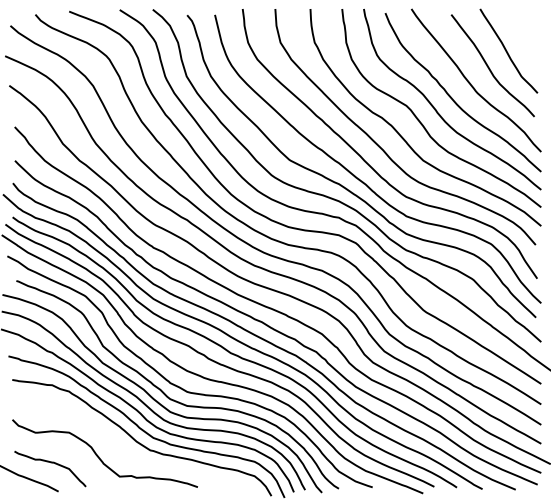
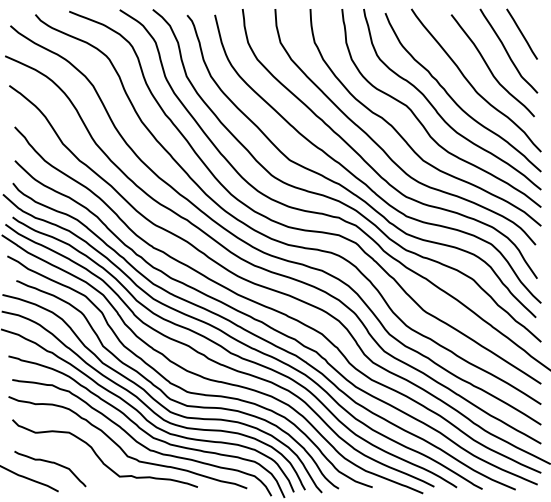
line at (521, 33): none -> present
curve at (121, 447): none -> present
